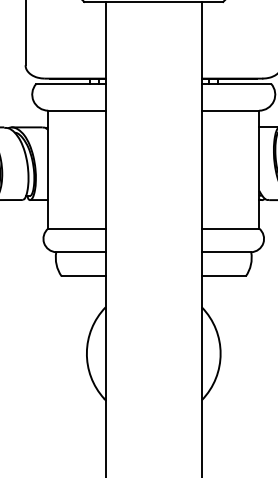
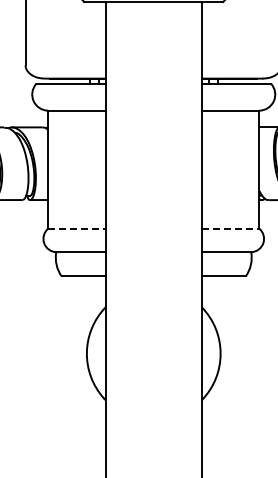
line at (76, 228): solid -> dashed
line at (230, 228): solid -> dashed
